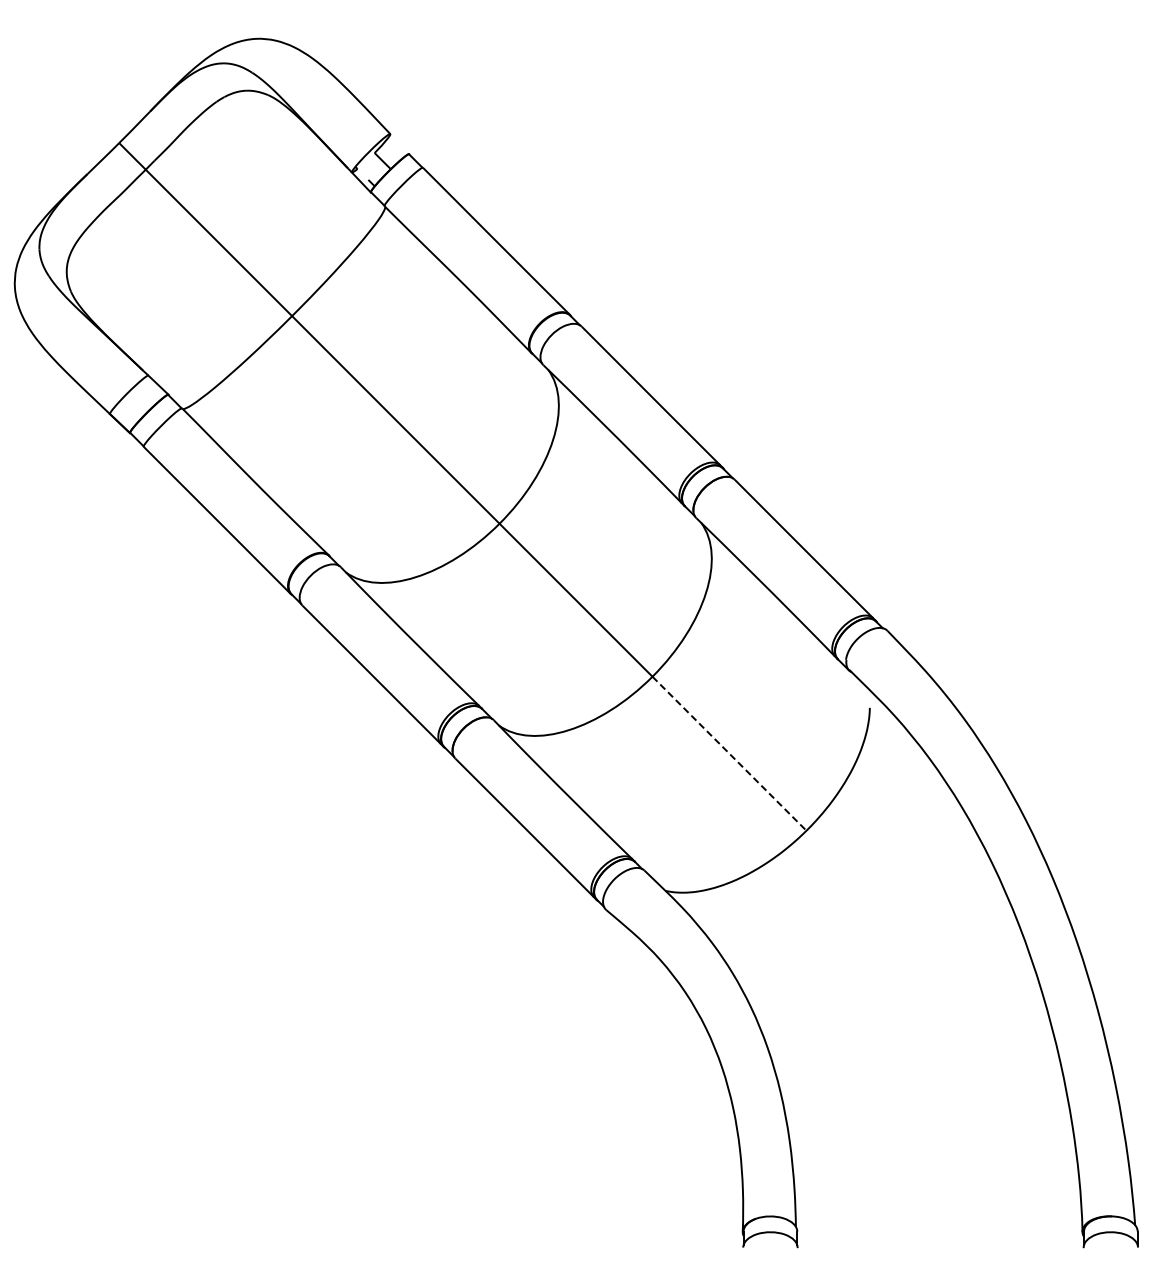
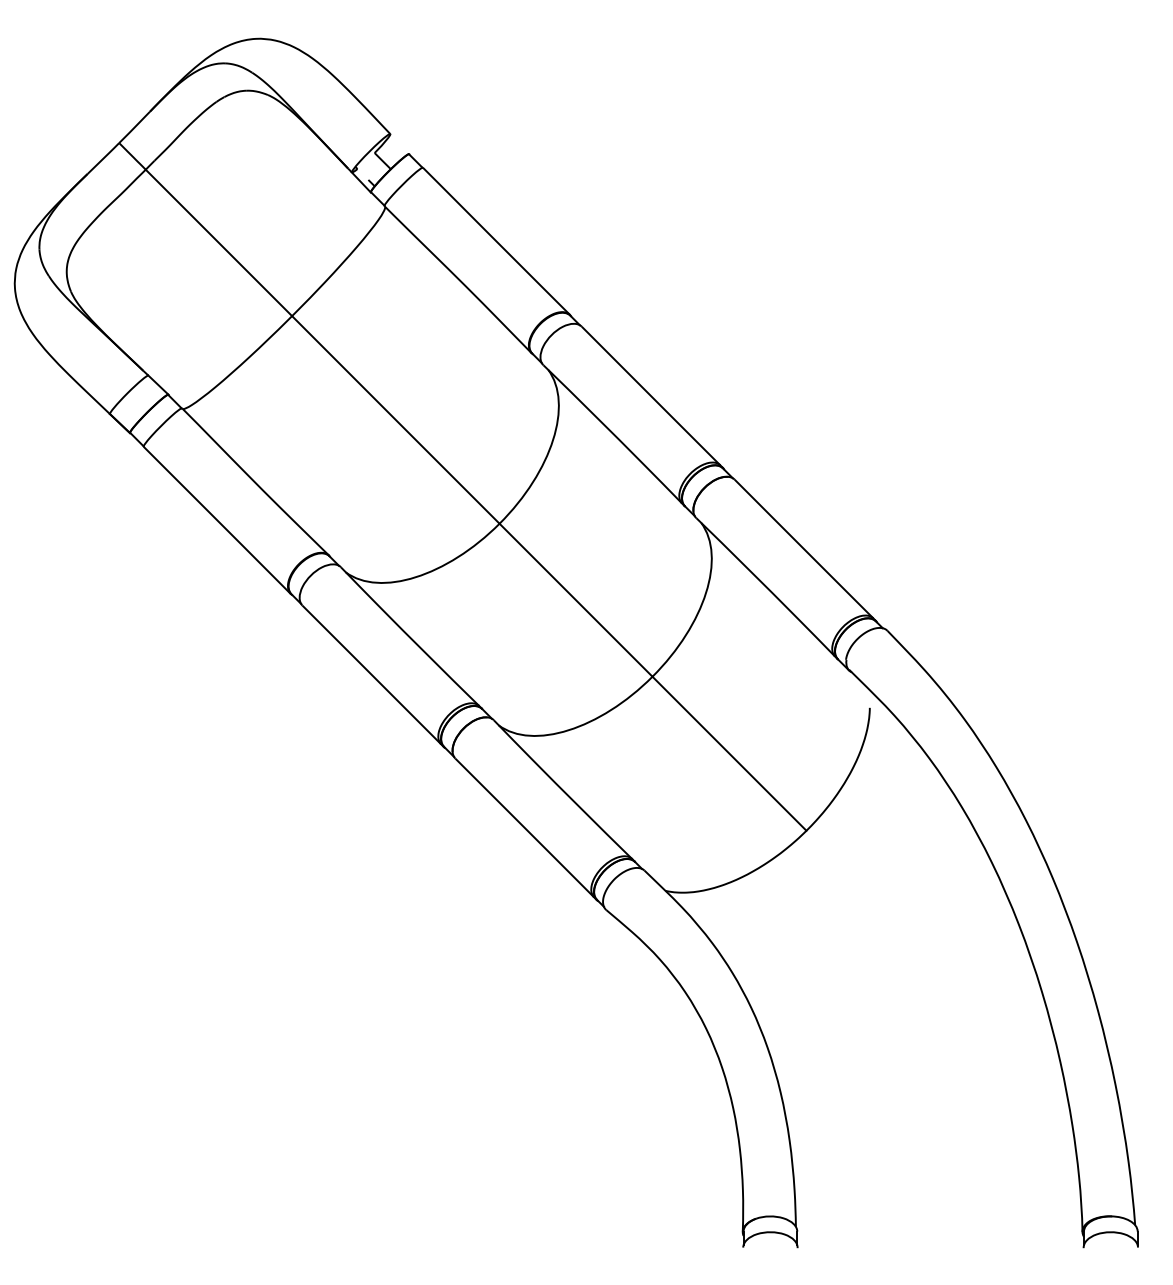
line at (729, 753): dashed -> solid
